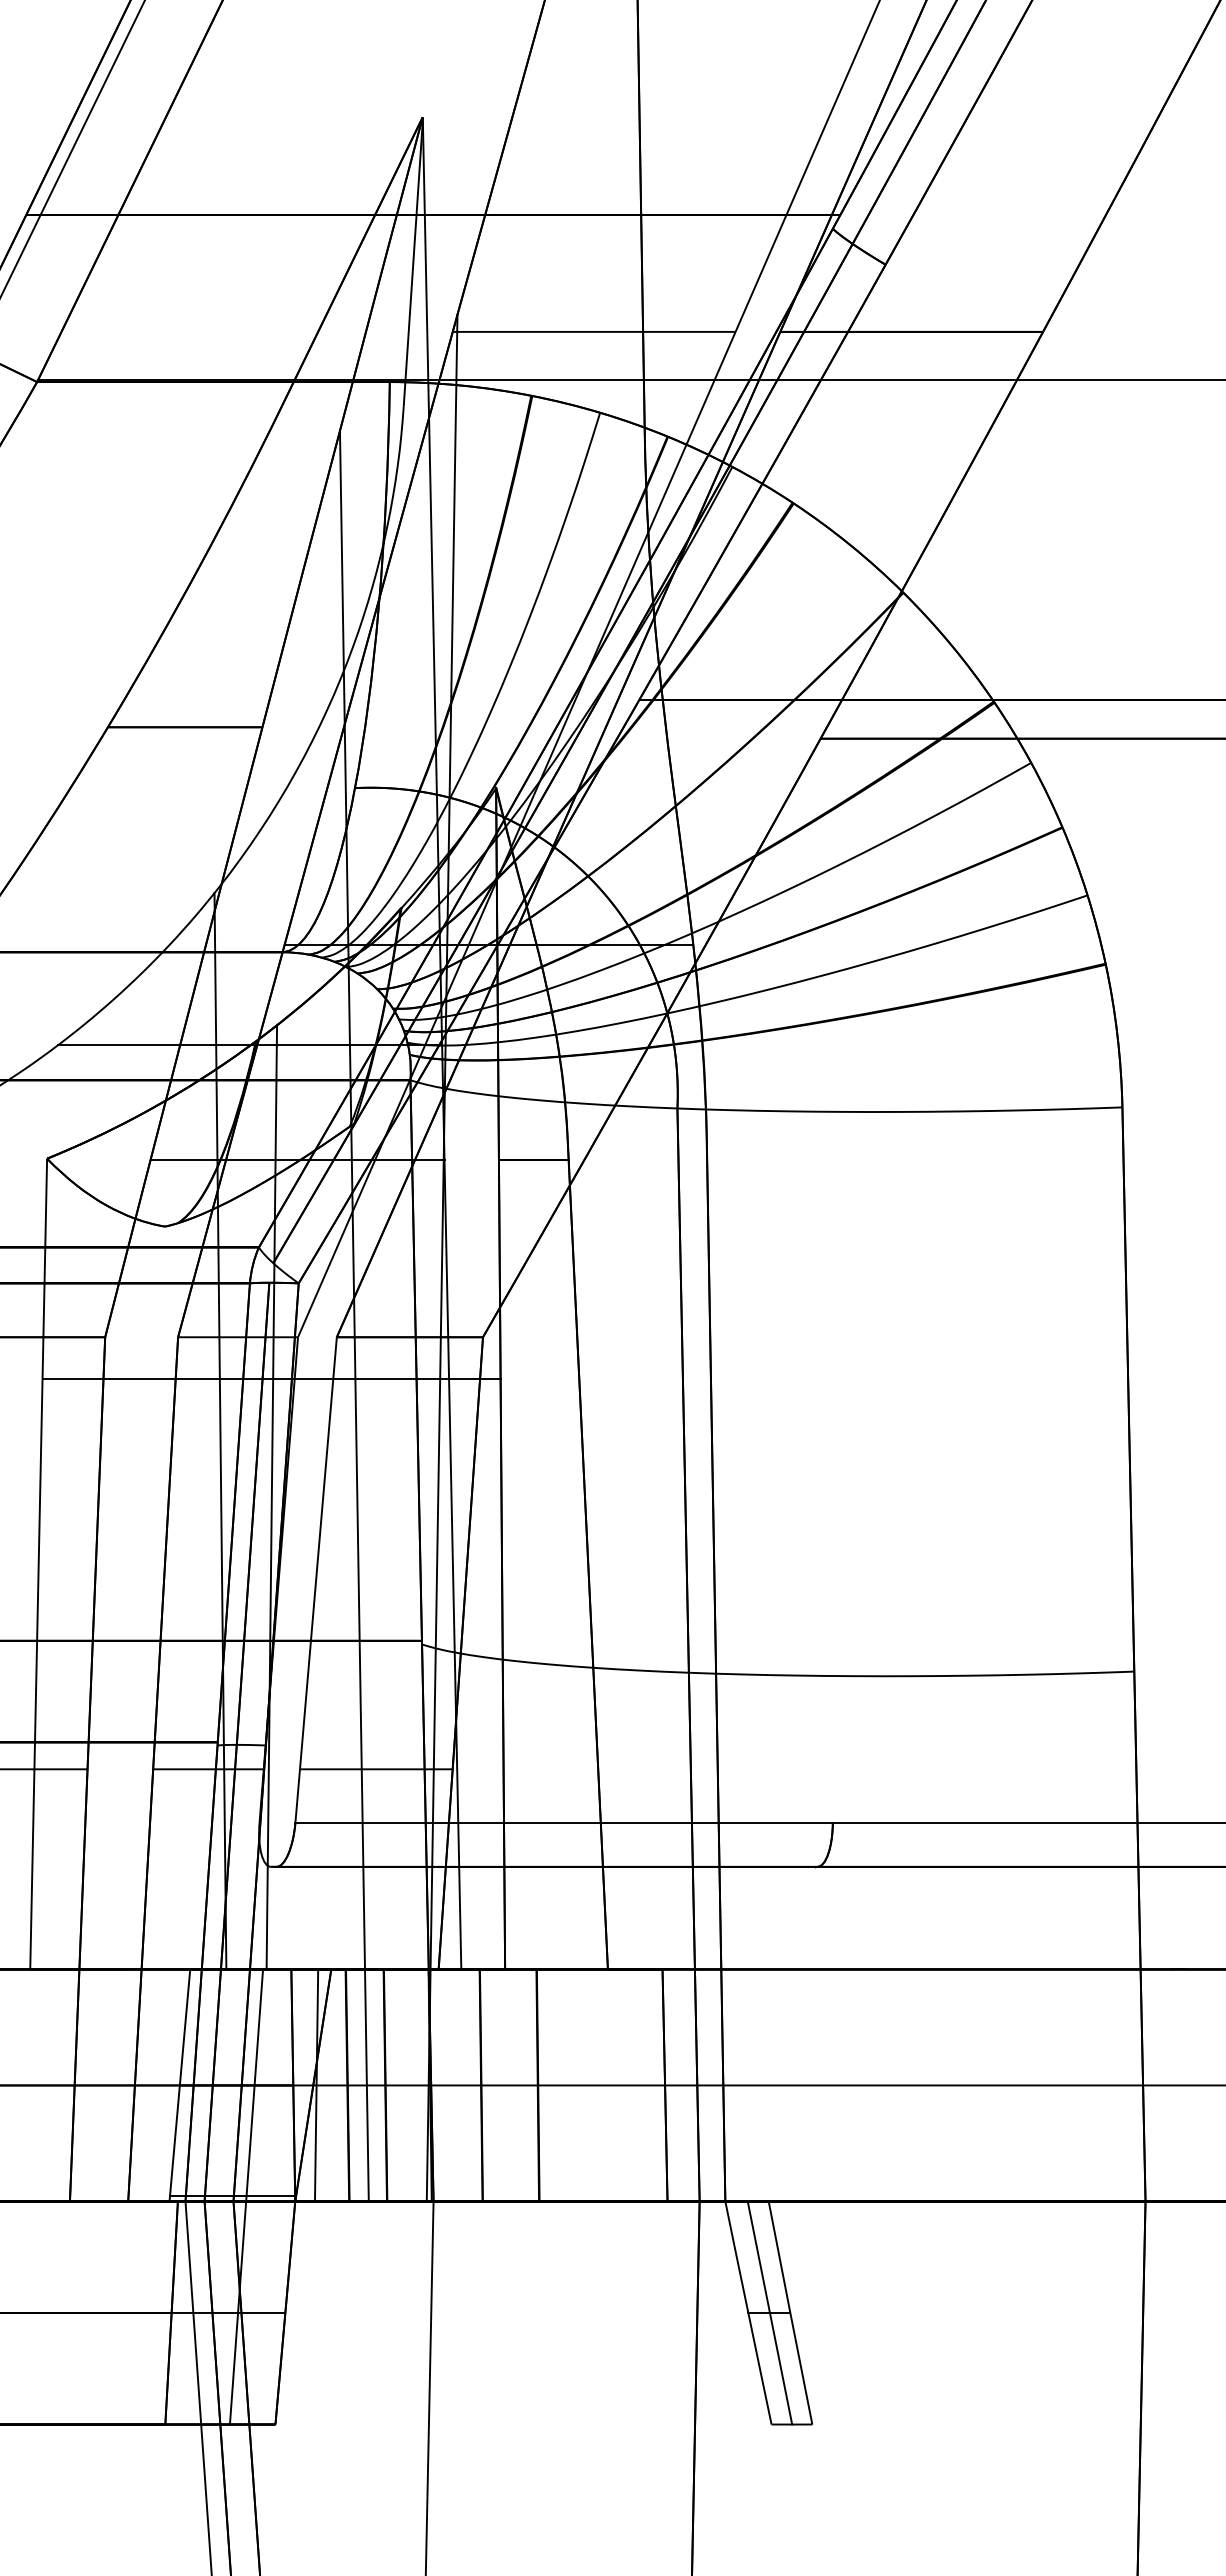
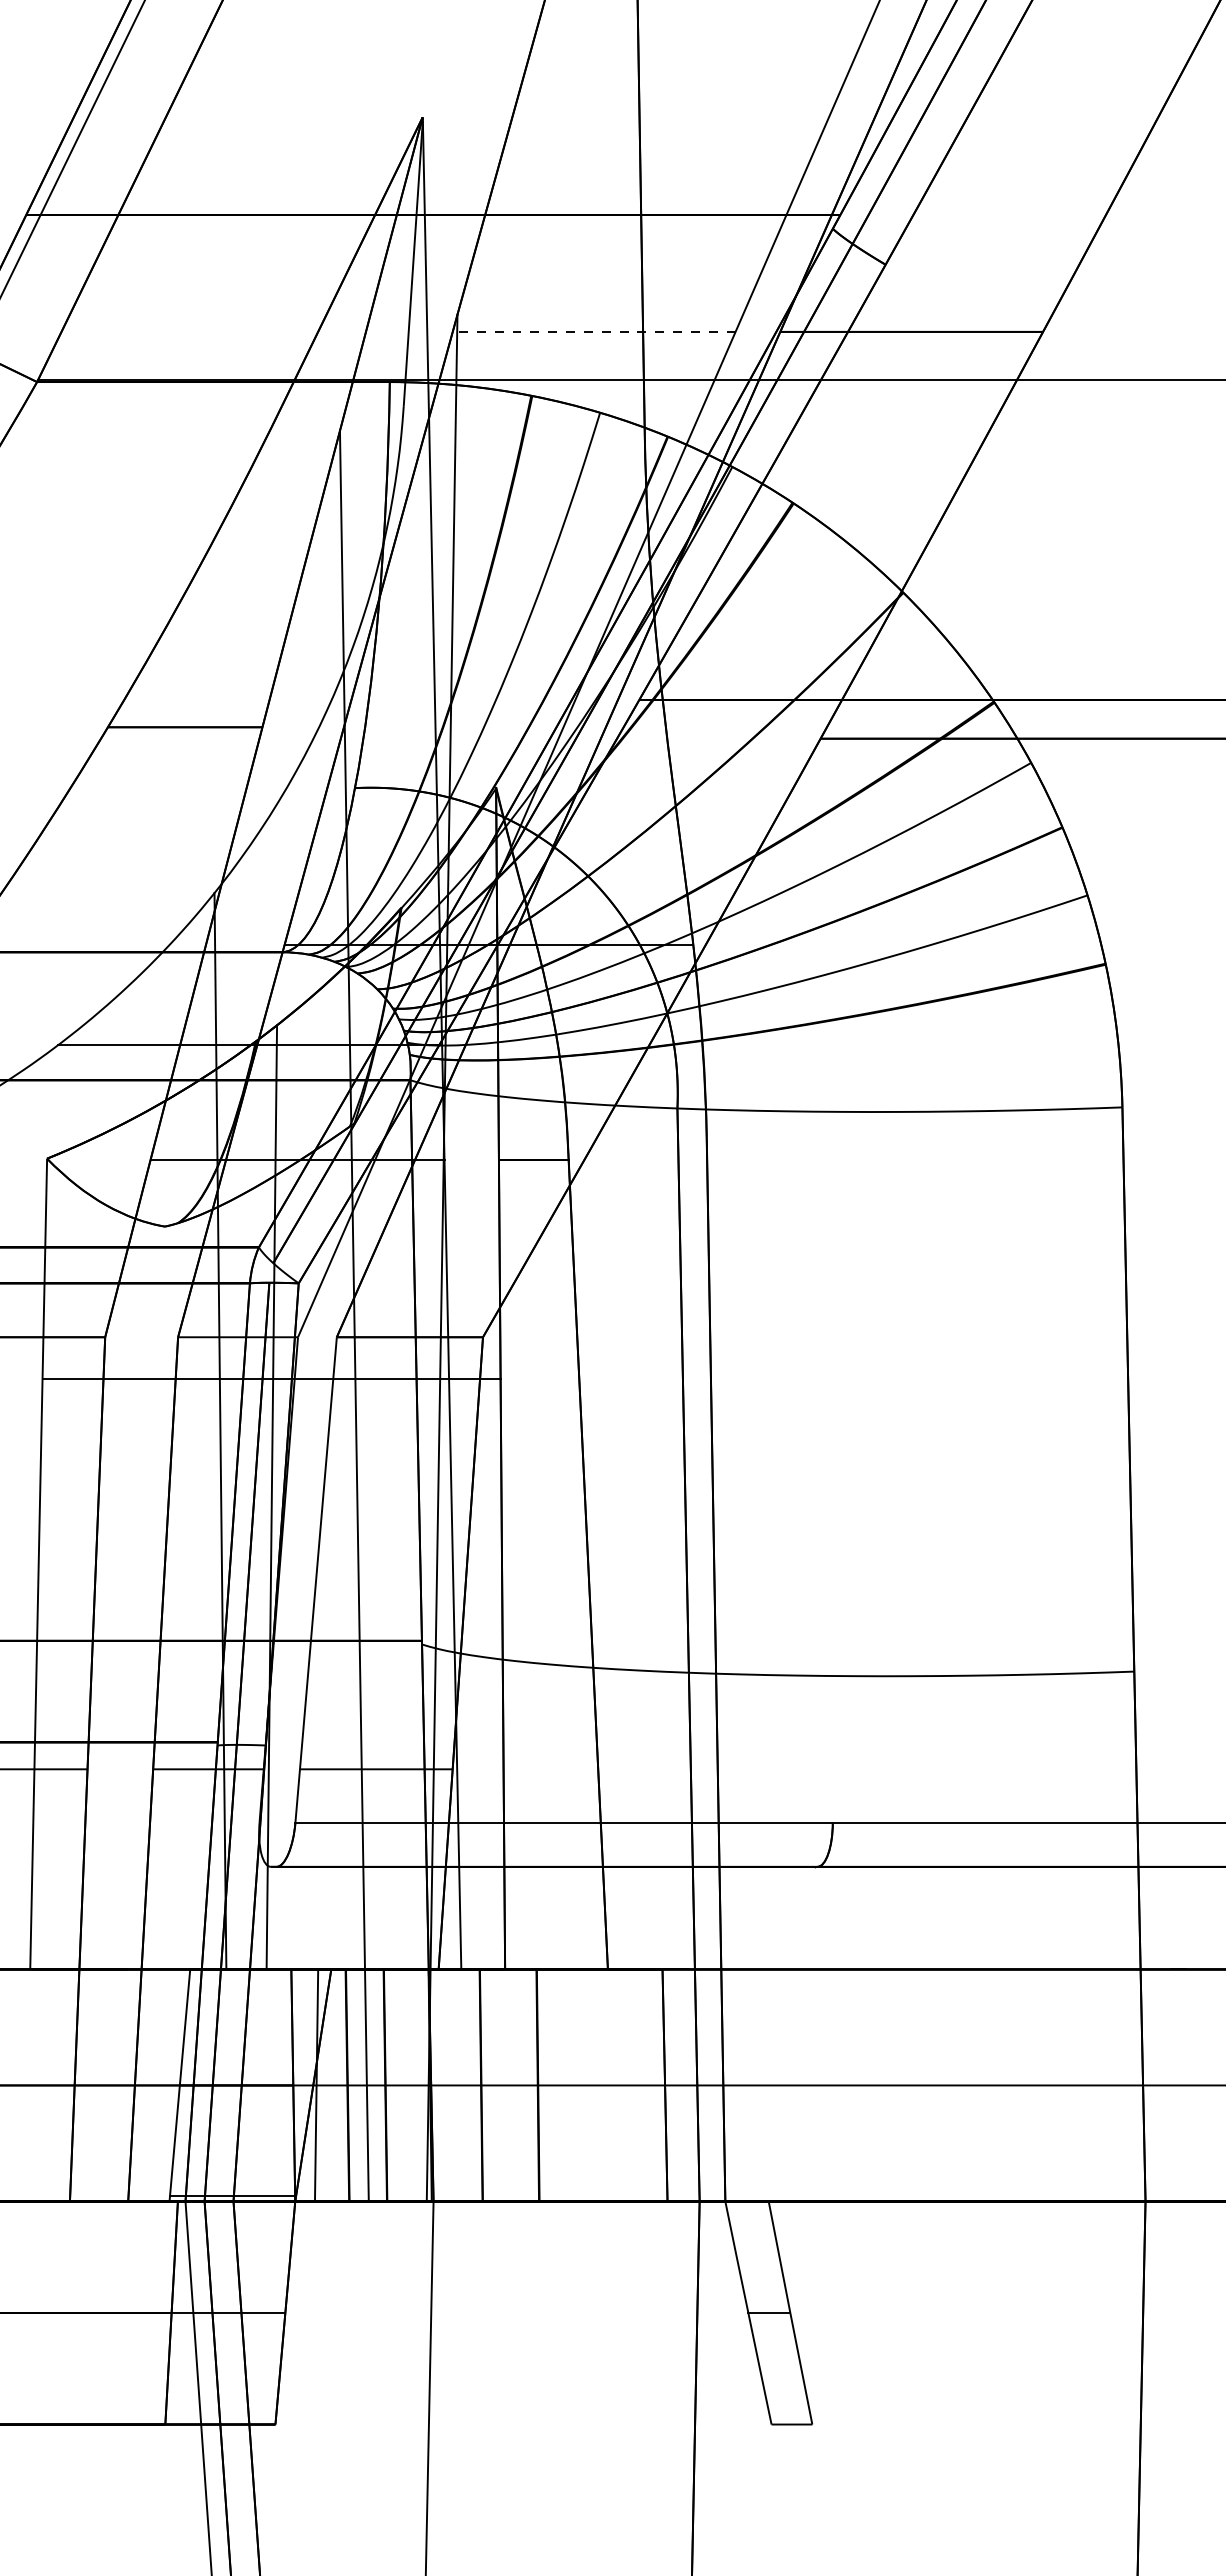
arc at (593, 331): solid -> dashed
line at (246, 2196): present -> none
line at (769, 2312): present -> none
